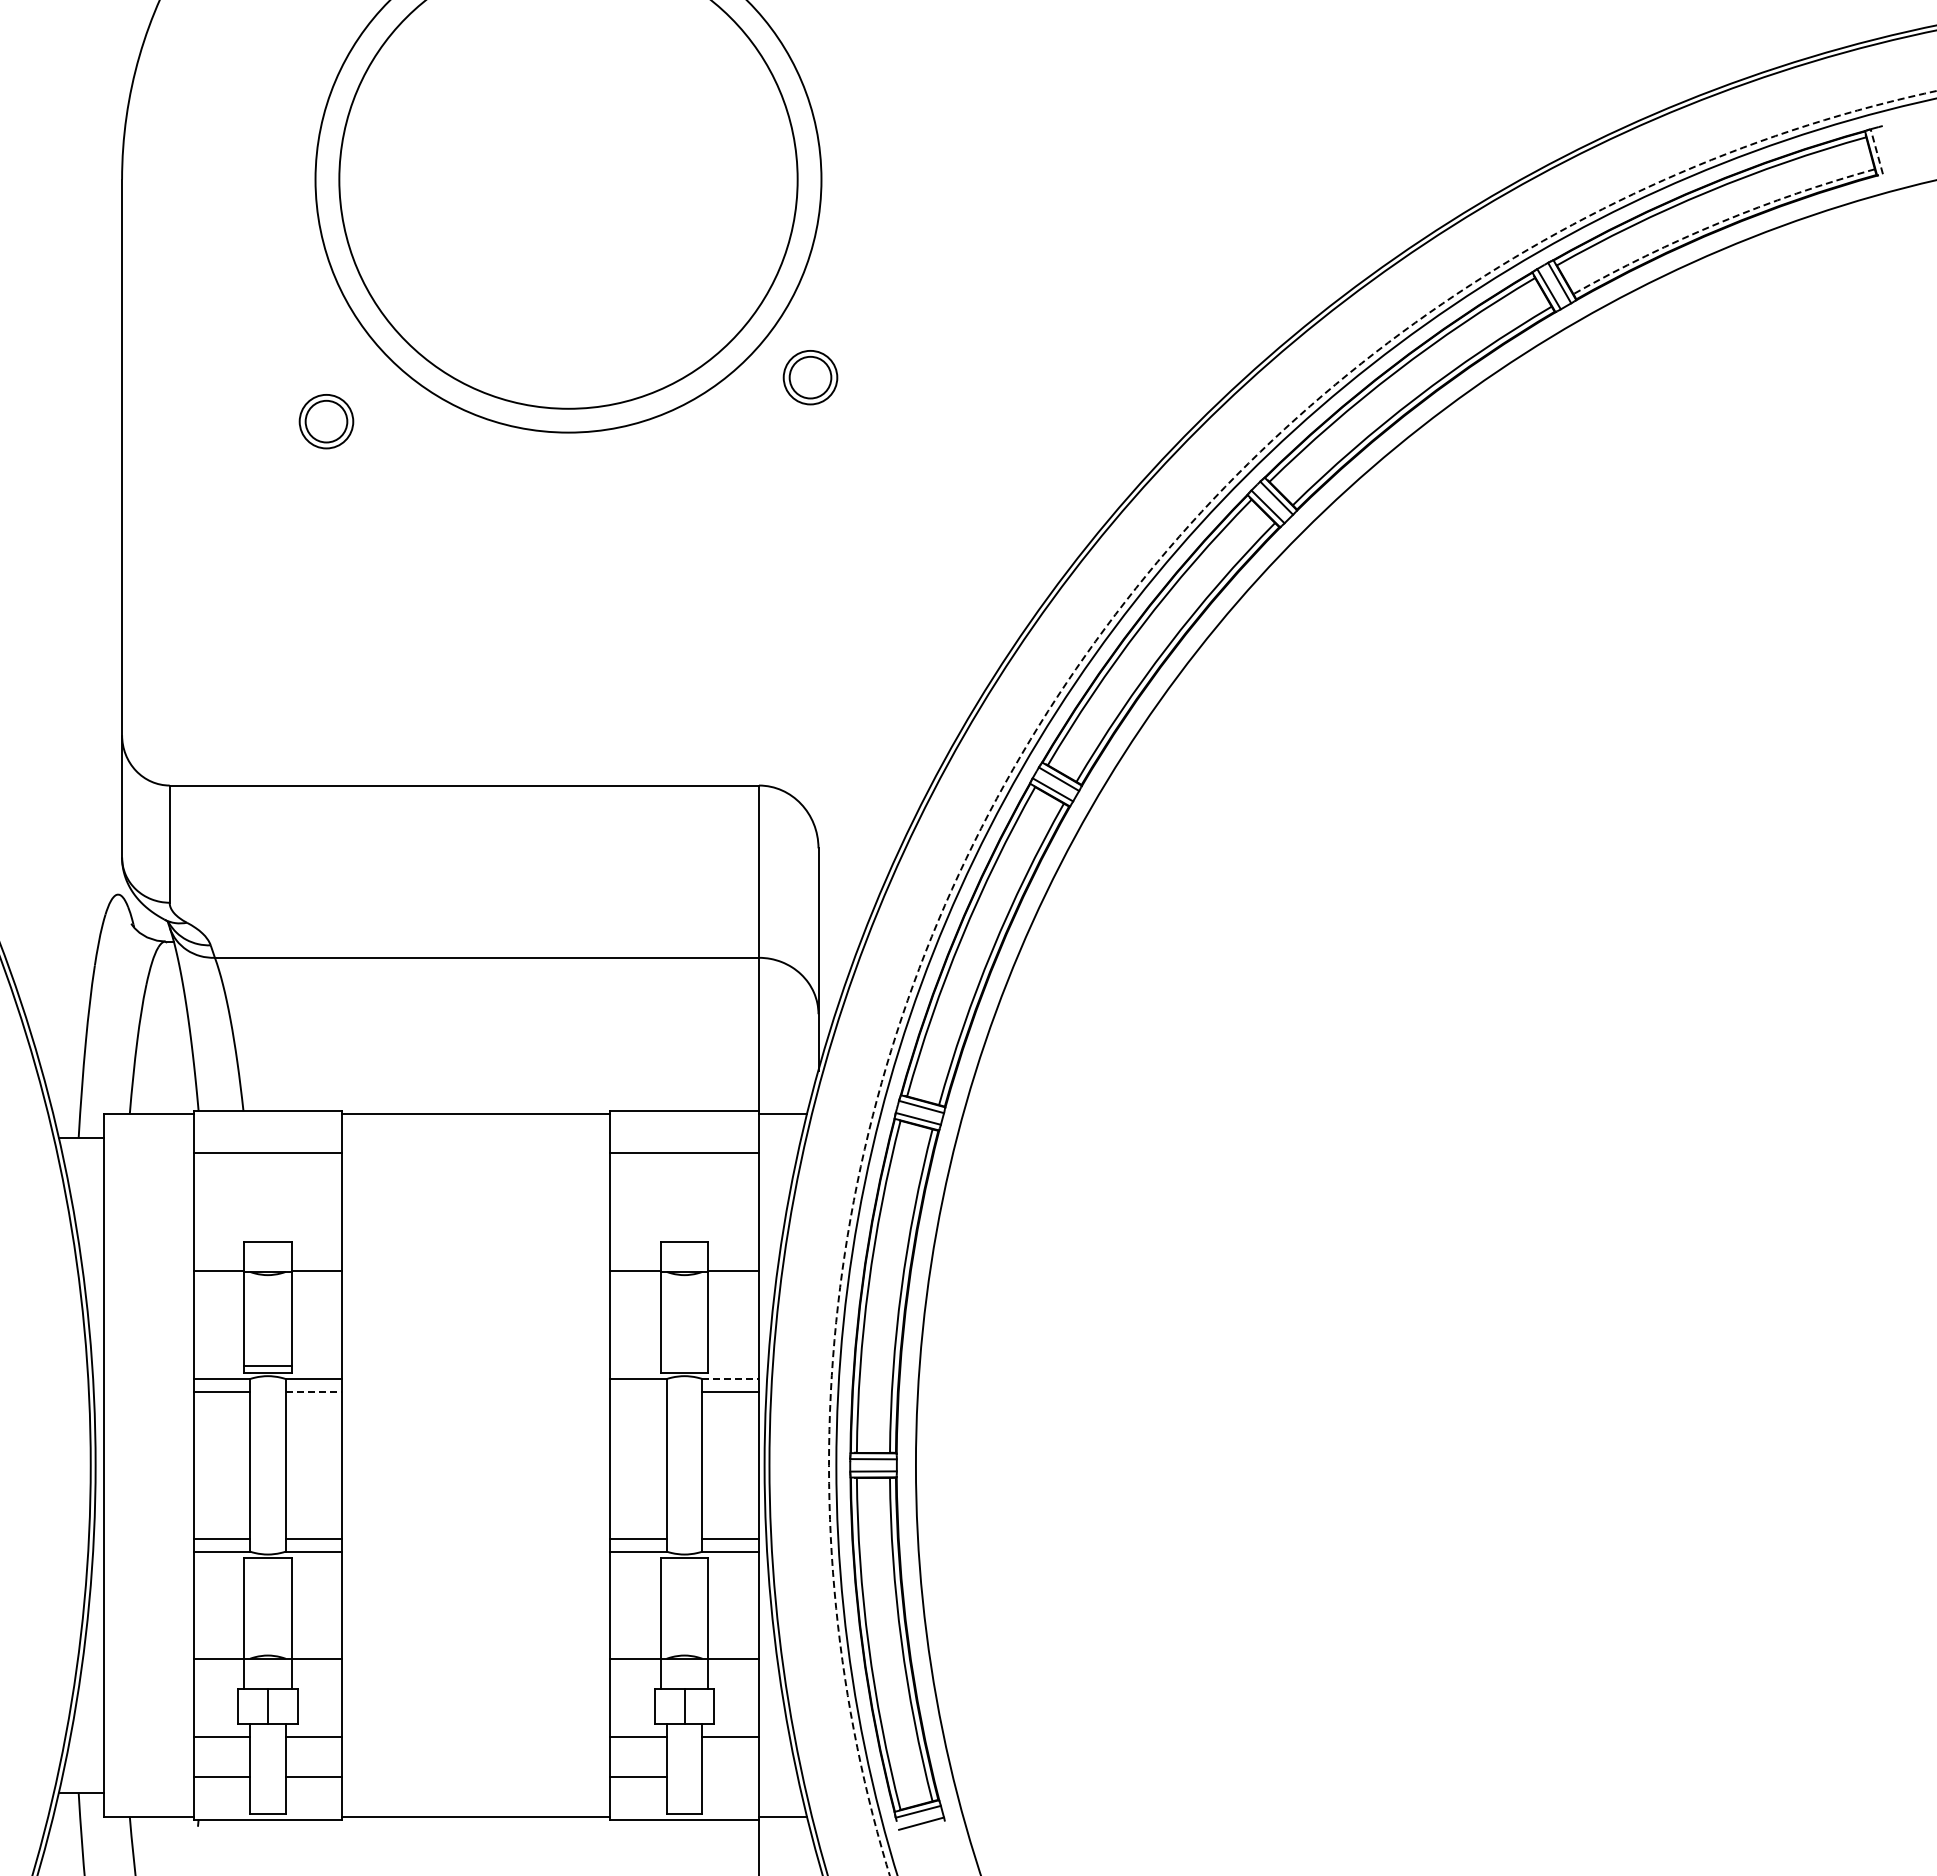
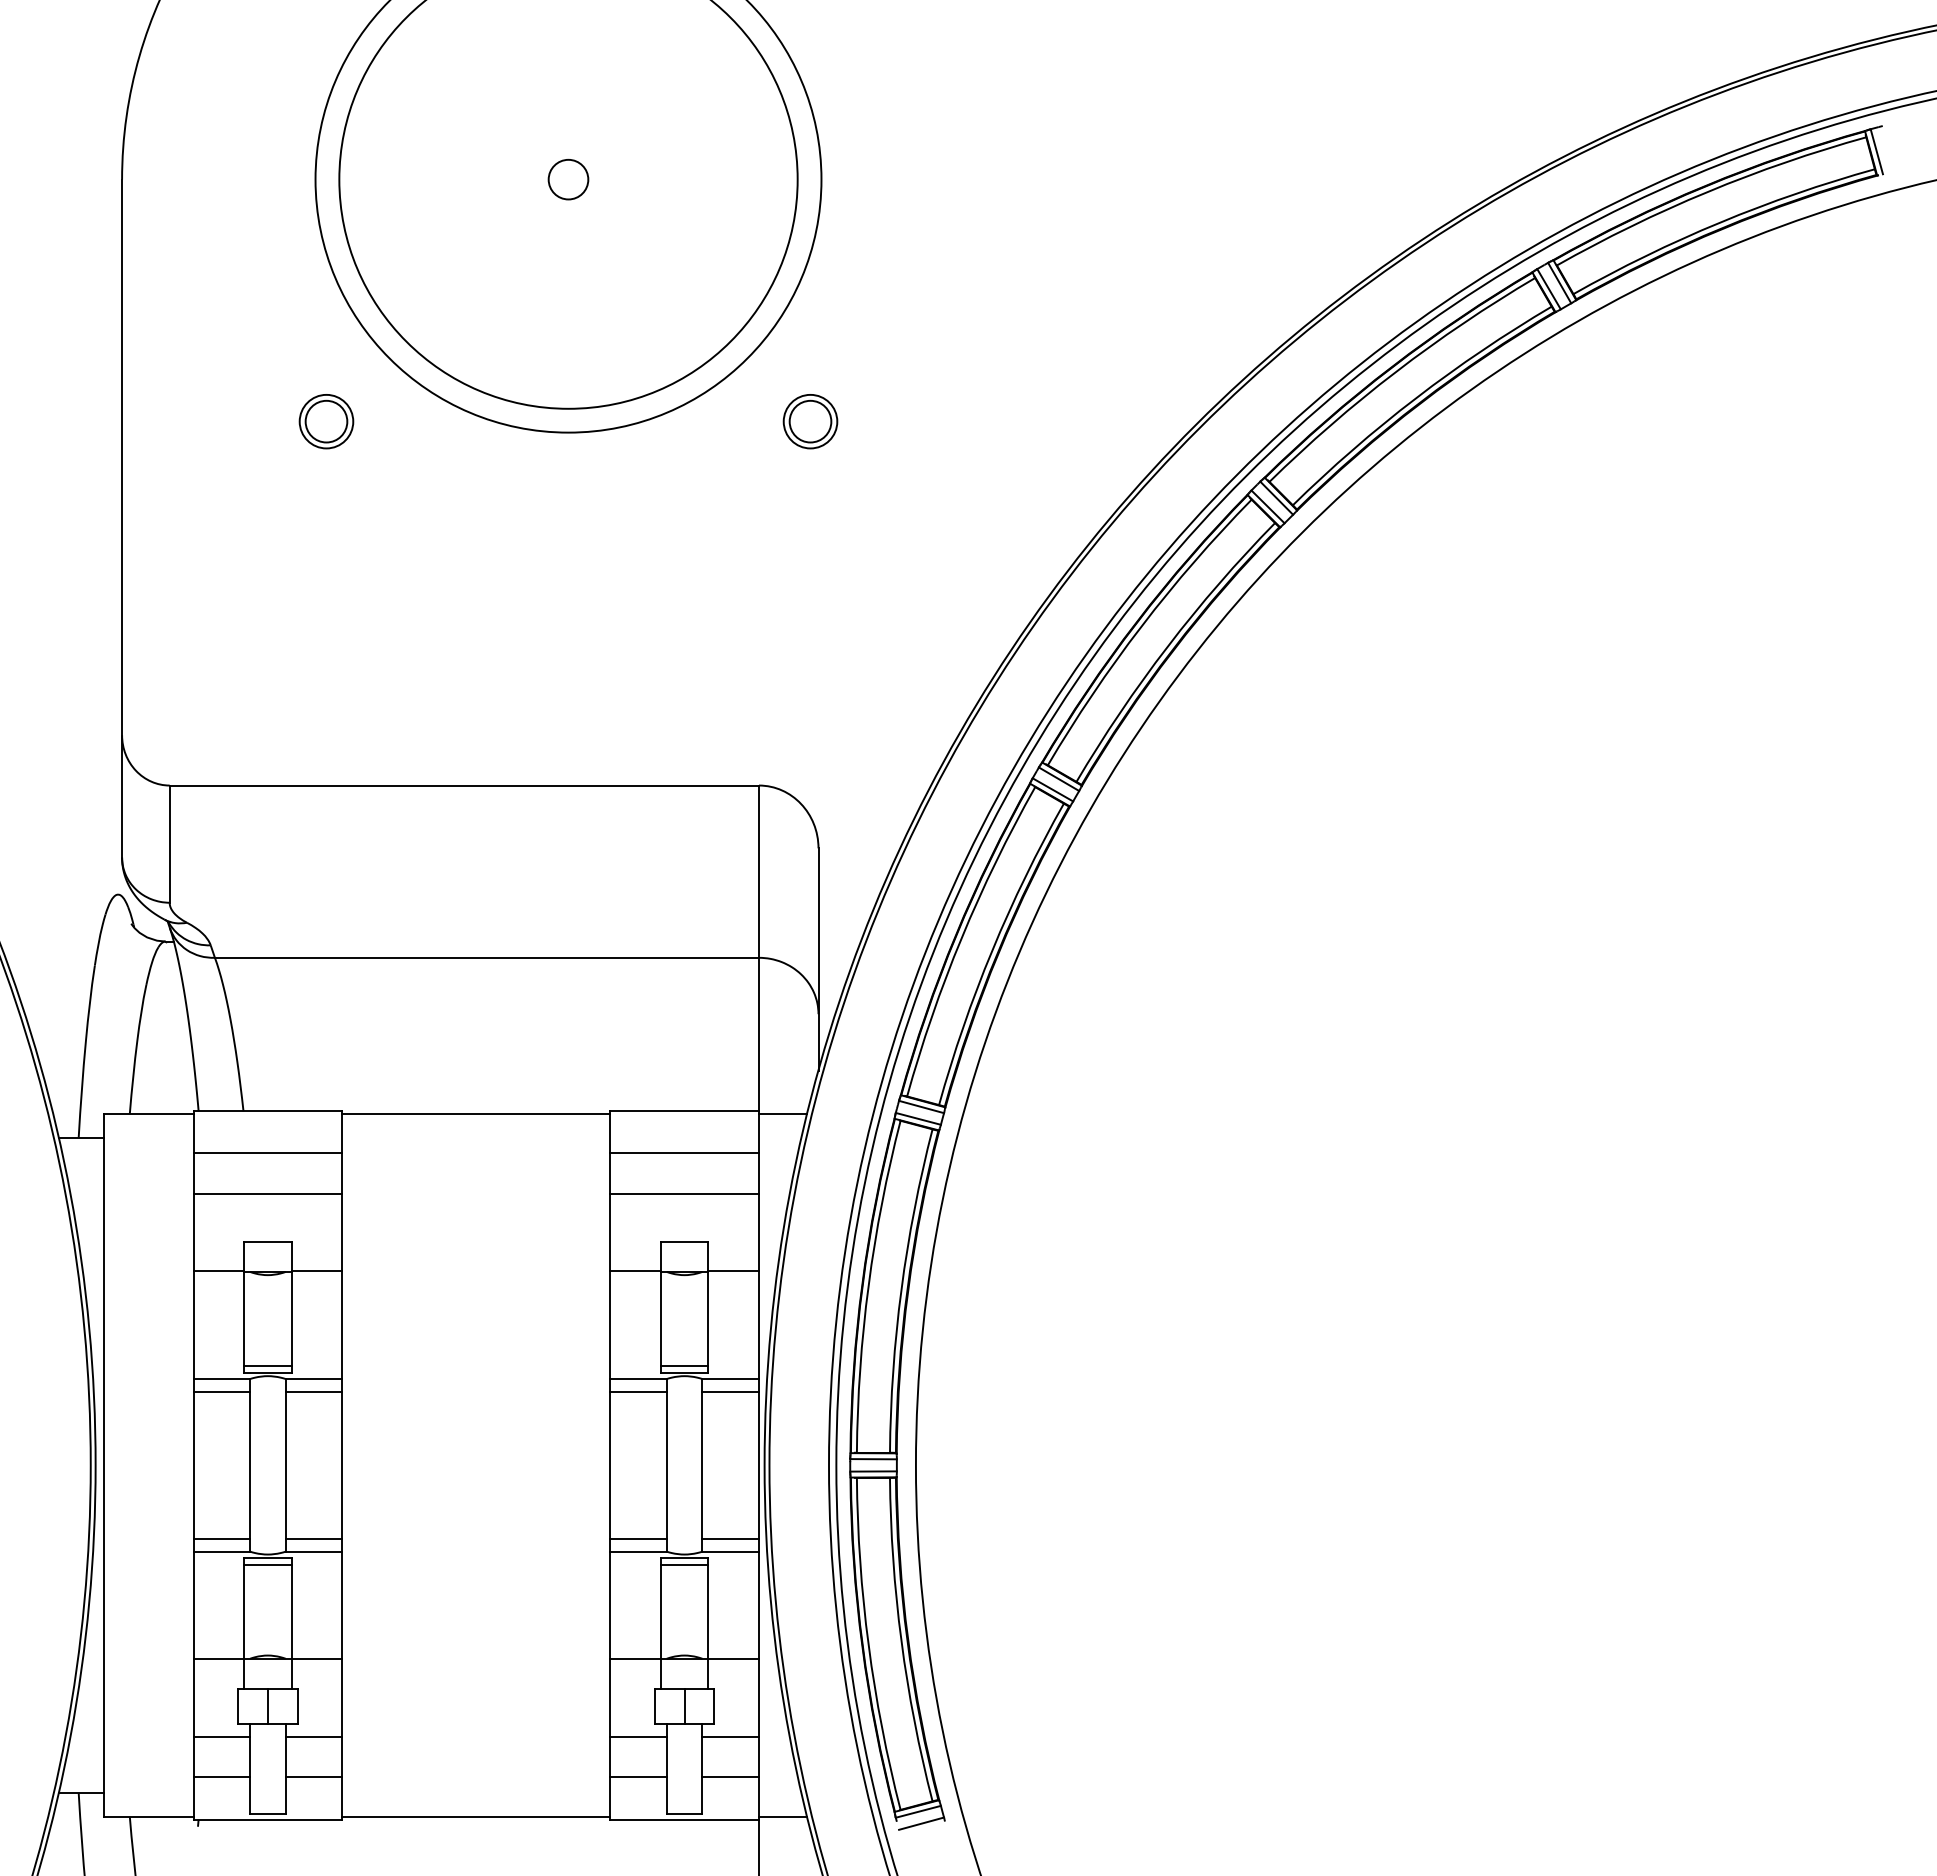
line at (1876, 151): dashed -> solid
circle at (568, 179): none -> present
arc at (1720, 222): dashed -> solid
part at (810, 377) position: (810, 377) -> (810, 421)
arc at (1021, 754): dashed -> solid
line at (267, 1193): none -> present
line at (684, 1193): none -> present
line at (684, 1365): none -> present
line at (731, 1379): dashed -> solid
line at (314, 1391): dashed -> solid
line at (638, 1391): none -> present
line at (267, 1564): none -> present
line at (684, 1564): none -> present
line at (730, 1777): none -> present
